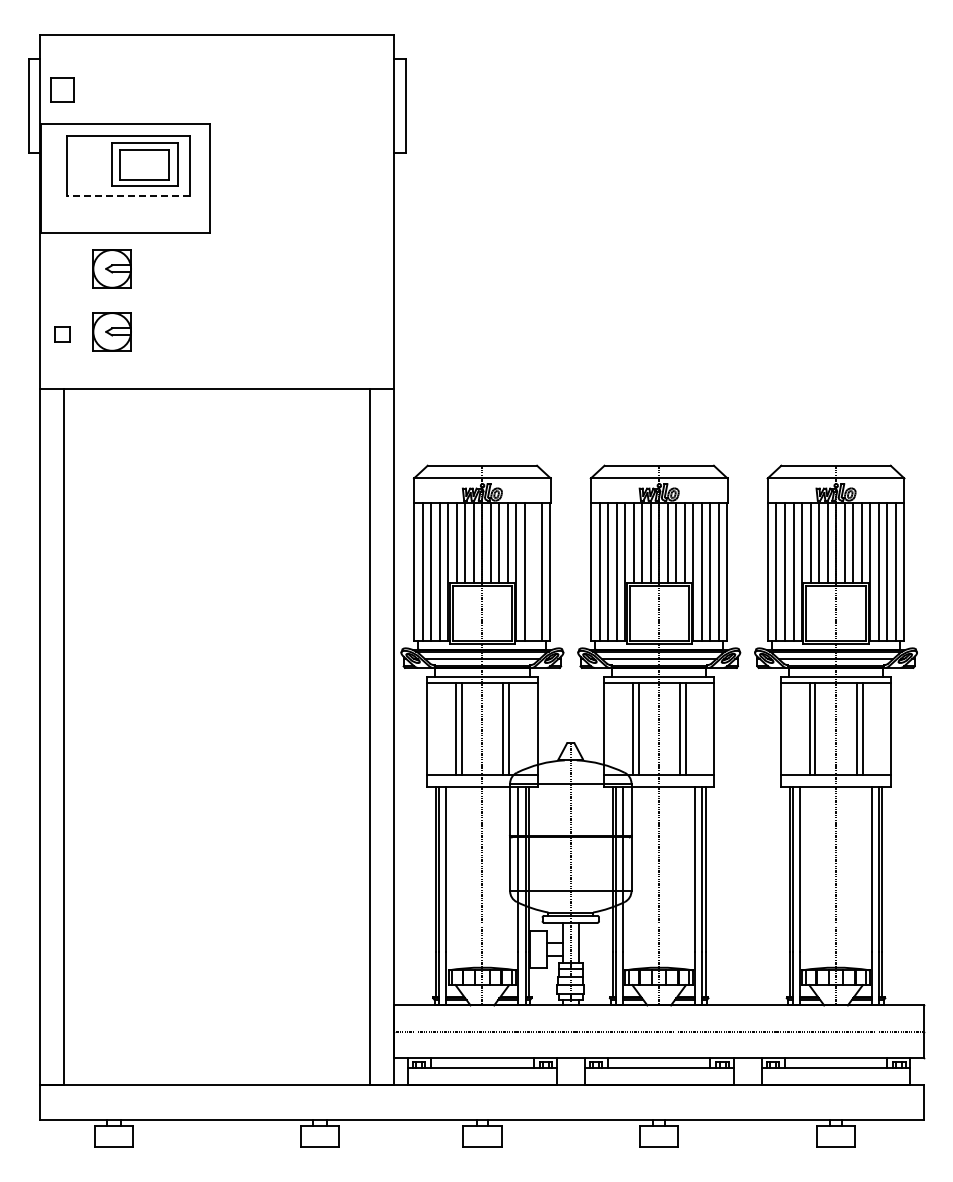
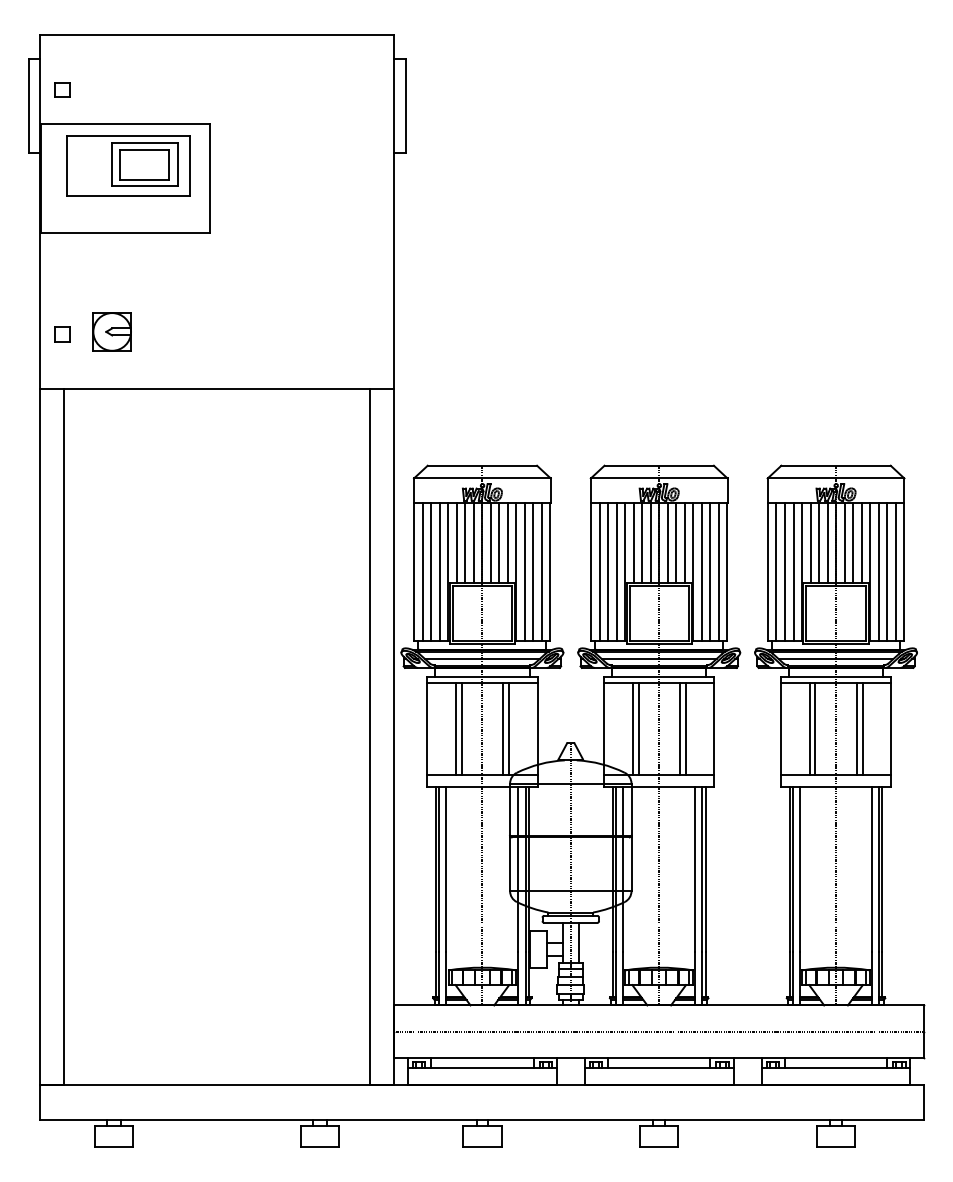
part at (62, 89) size: 25x26 px -> 17x16 px
line at (128, 195): dashed -> solid
part at (111, 268): present -> none
line at (533, 571): none -> present
